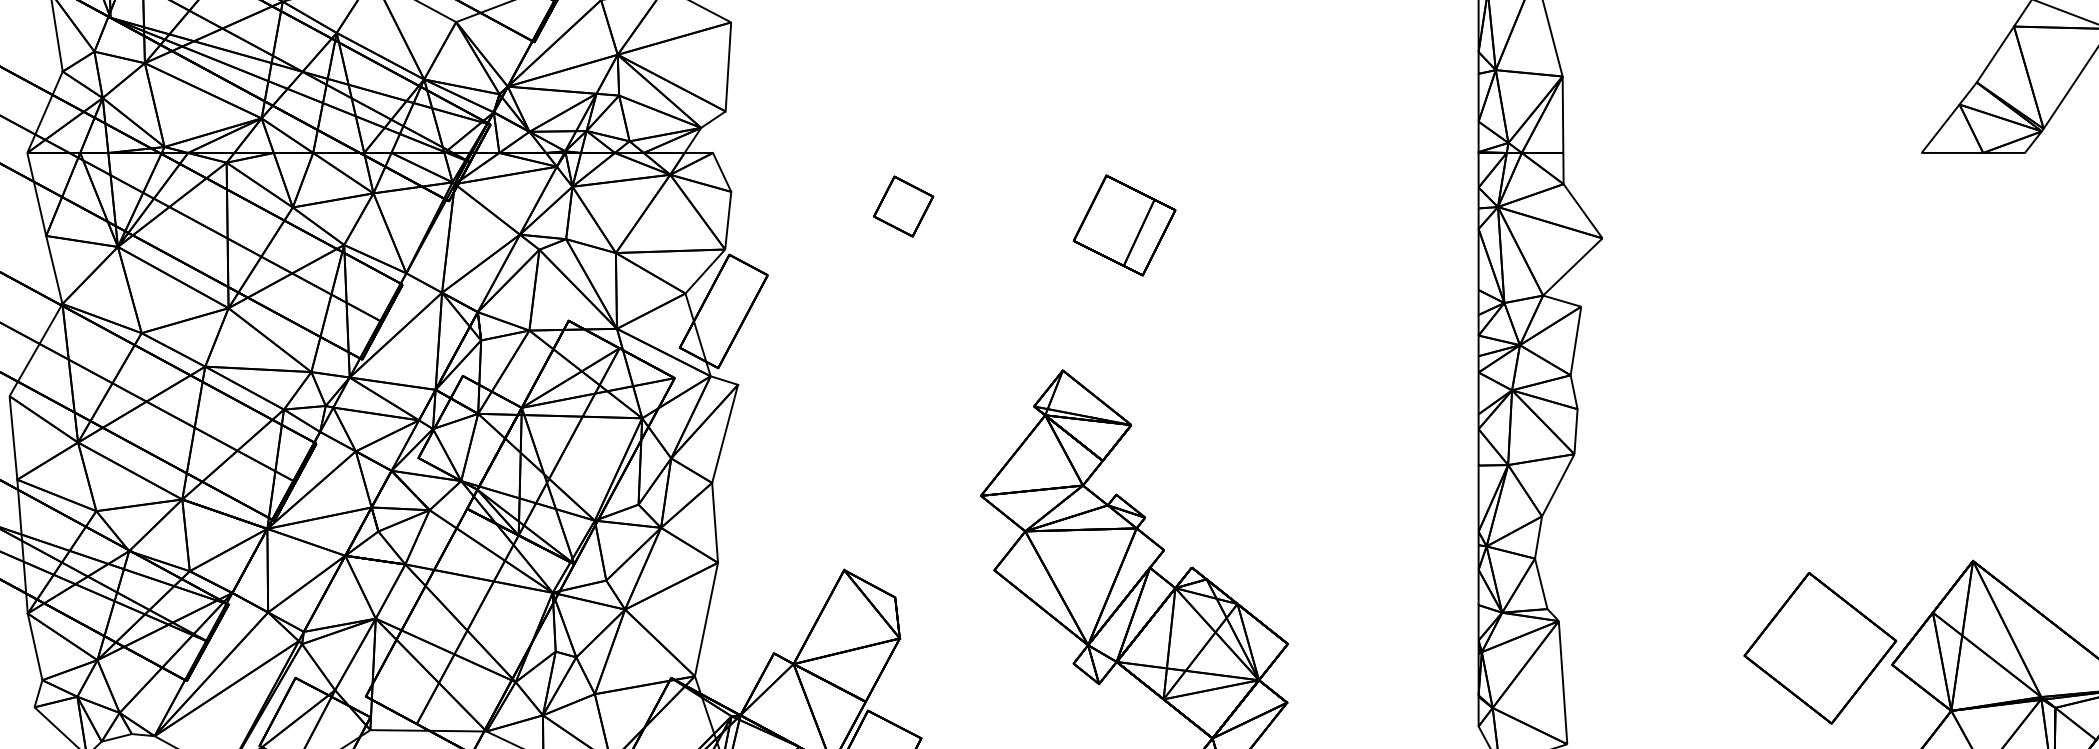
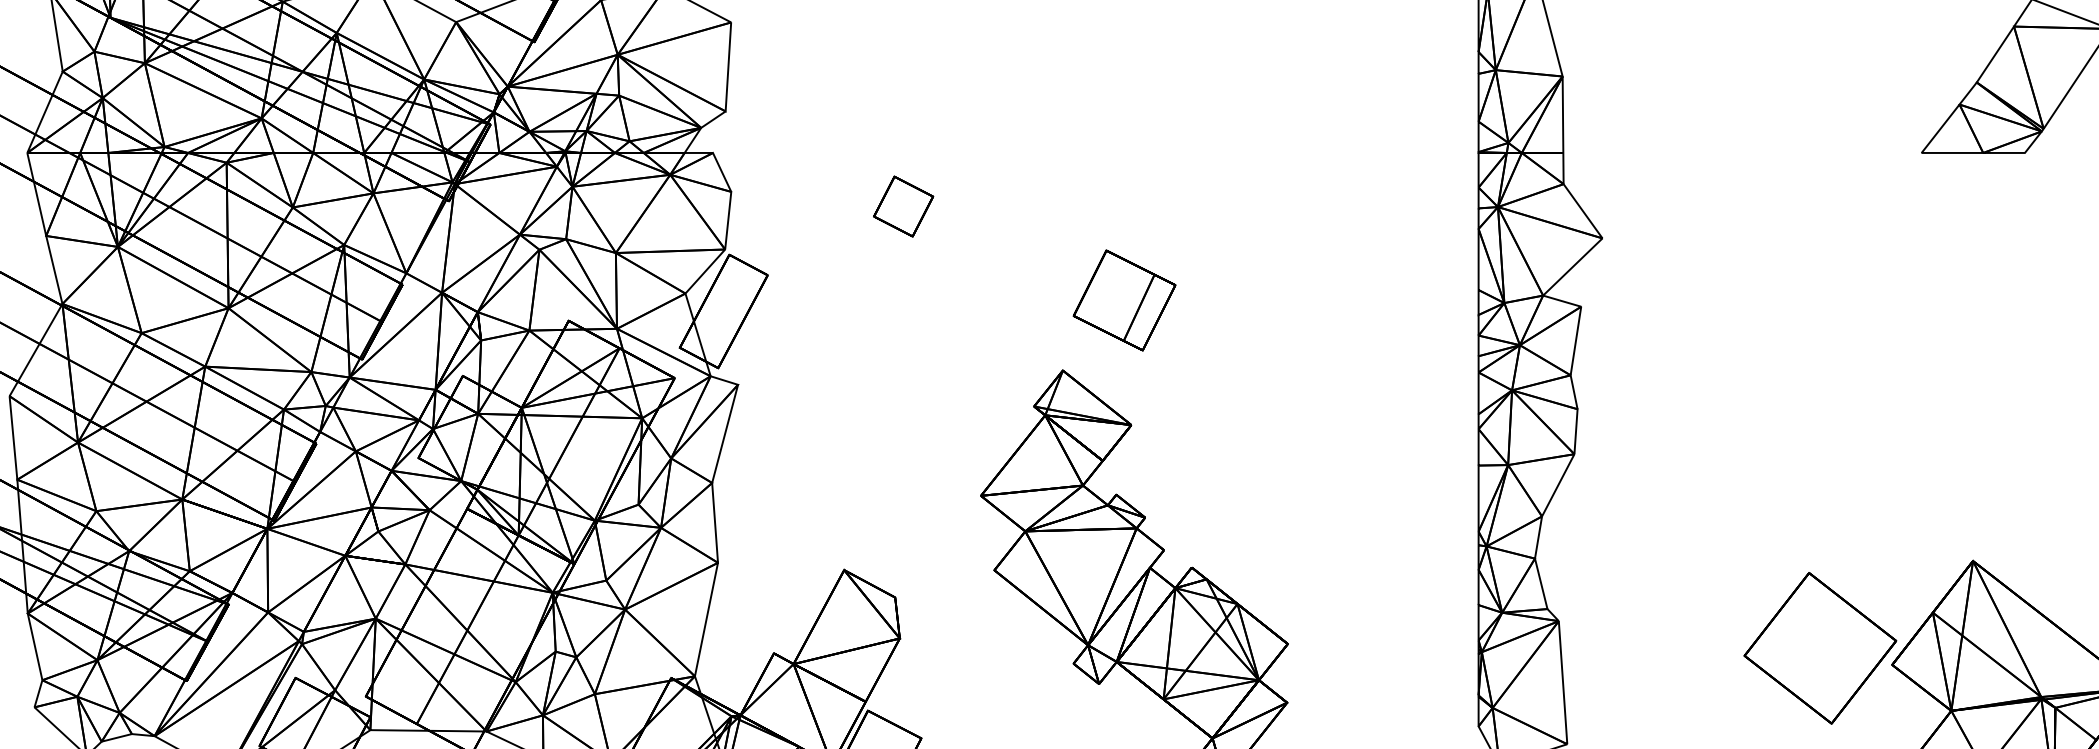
part at (1124, 225) position: (1124, 225) -> (1124, 300)
